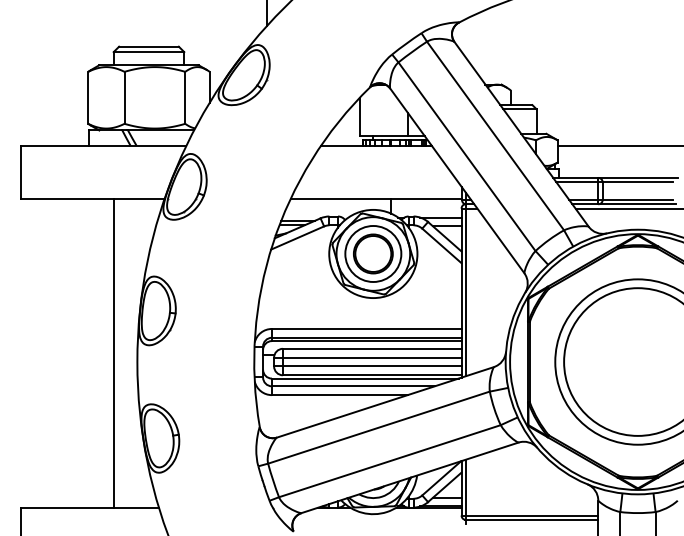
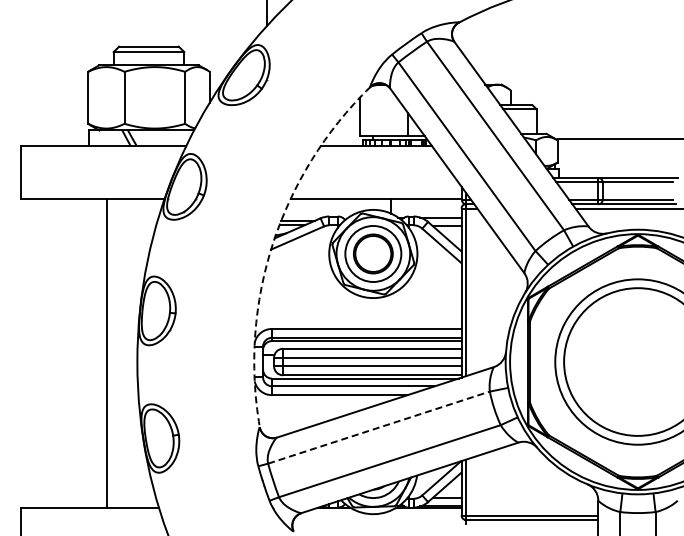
line at (618, 145) position: (618, 145) -> (618, 138)
arc at (273, 243): solid -> dashed
line at (113, 352) position: (113, 352) -> (106, 352)
line at (378, 427): solid -> dashed
